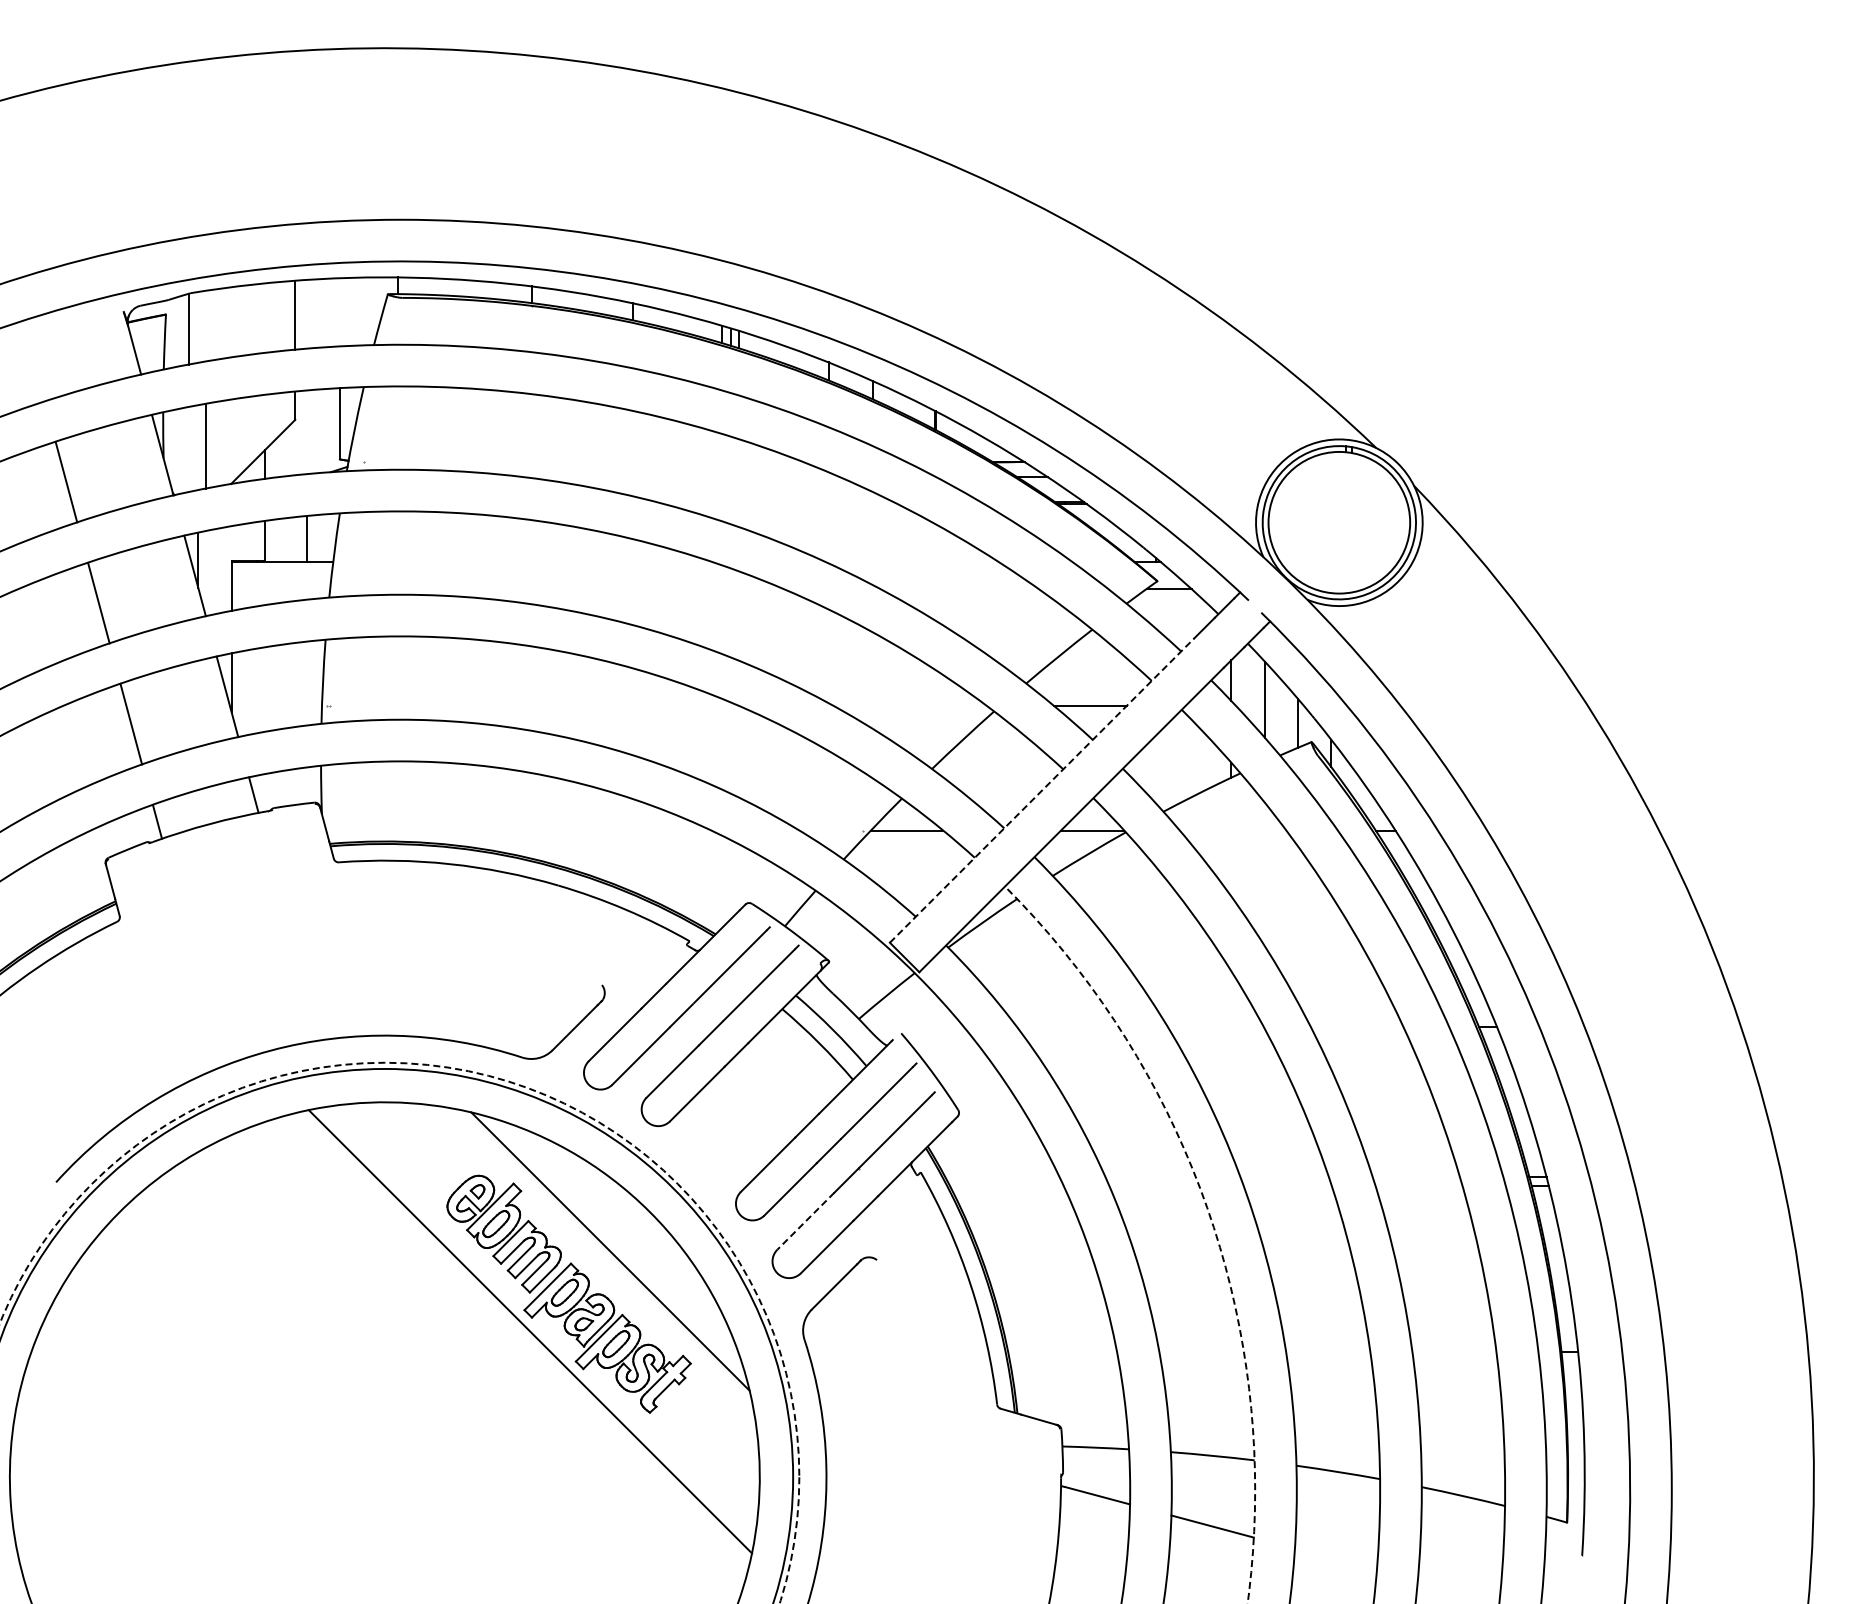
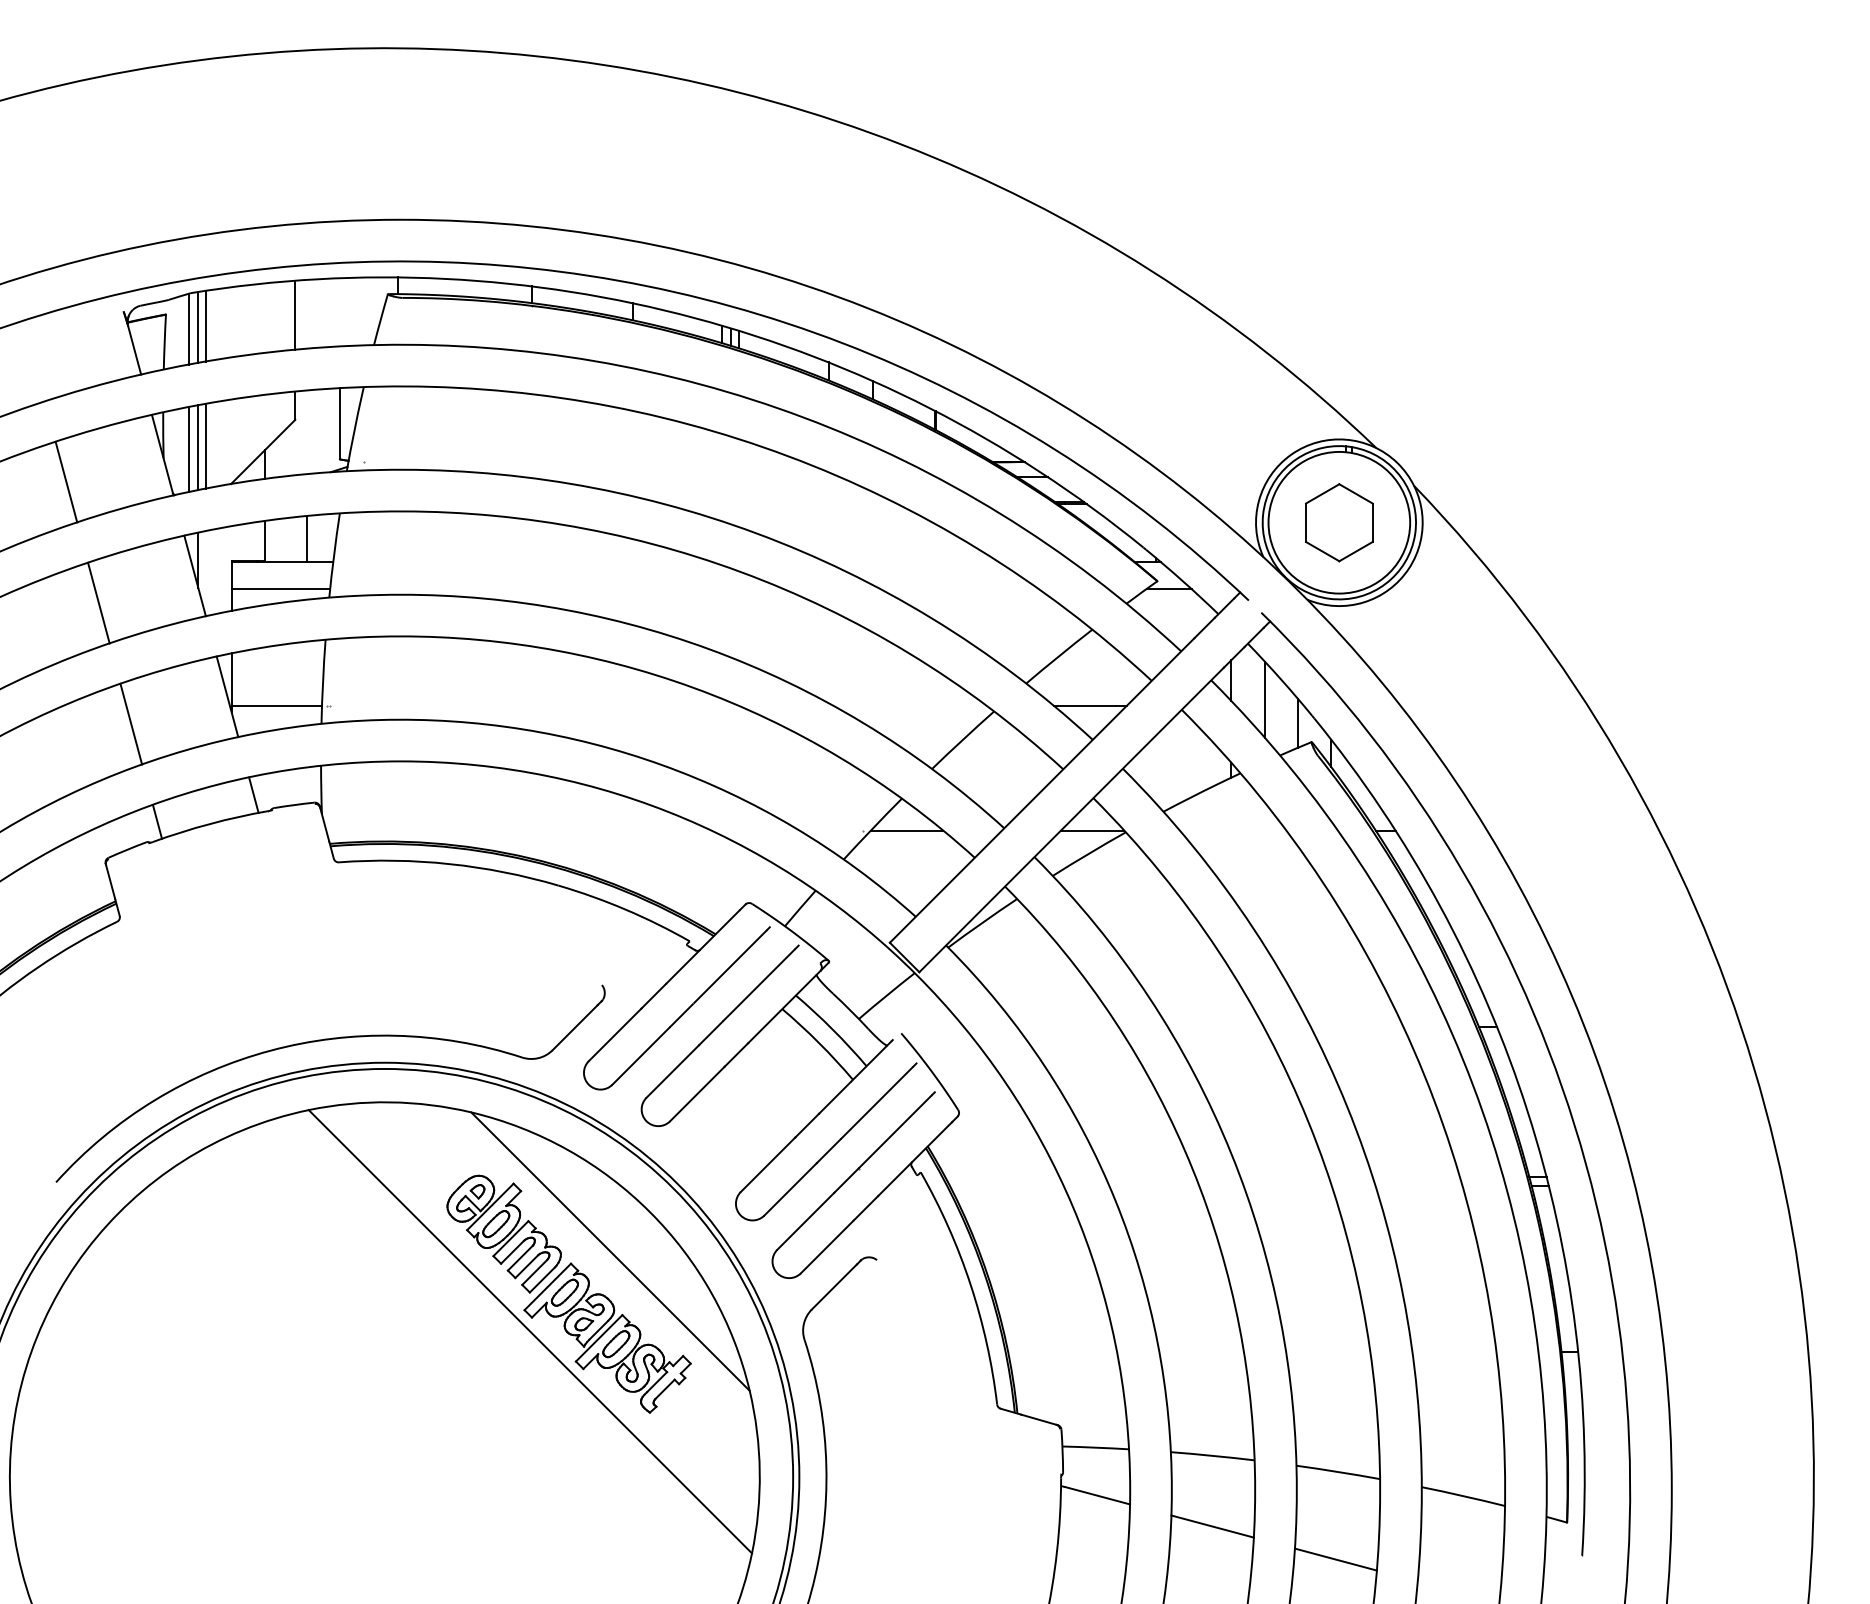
line at (205, 325): none -> present
line at (198, 326): none -> present
line at (198, 447): none -> present
line at (189, 449): none -> present
part at (1339, 522): none -> present
line at (280, 589): none -> present
line at (276, 705): none -> present
line at (1042, 790): dashed -> solid
arc at (1210, 1217): dashed -> solid
line at (805, 1221): dashed -> solid
circle at (399, 1332): dashed -> solid
line at (1335, 1559): none -> present
